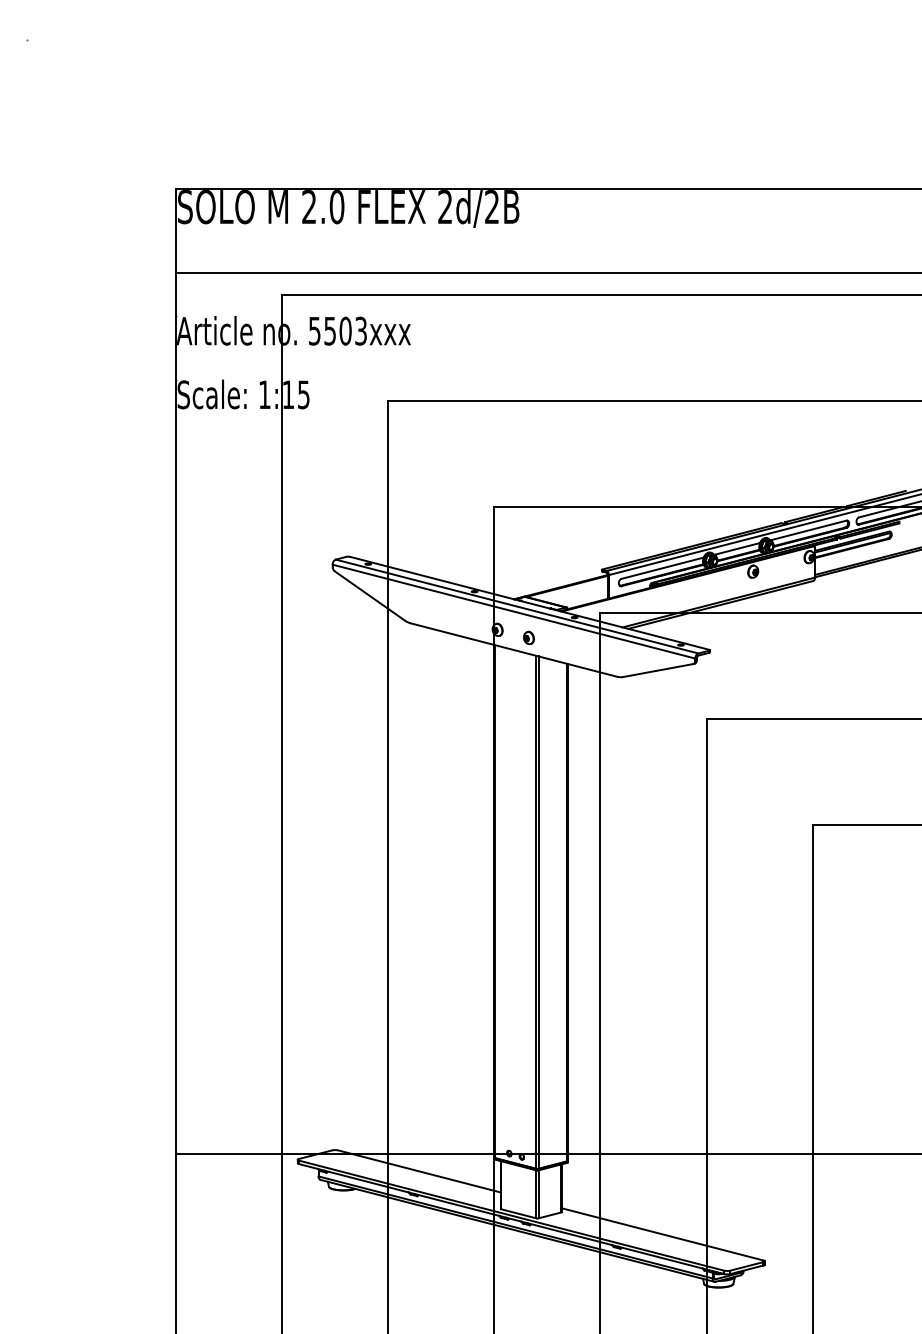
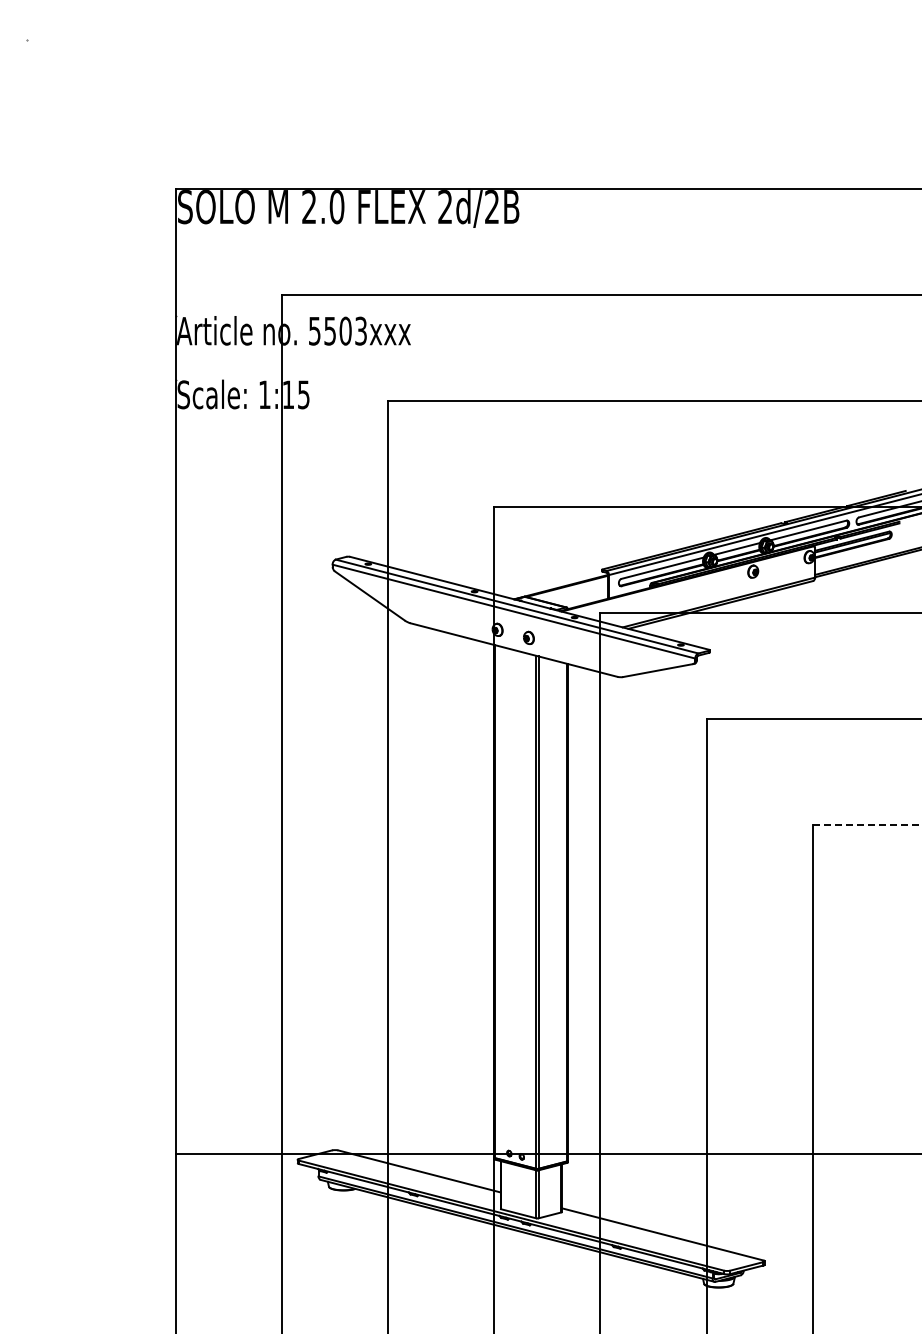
line at (547, 273): present -> none
line at (867, 825): solid -> dashed
